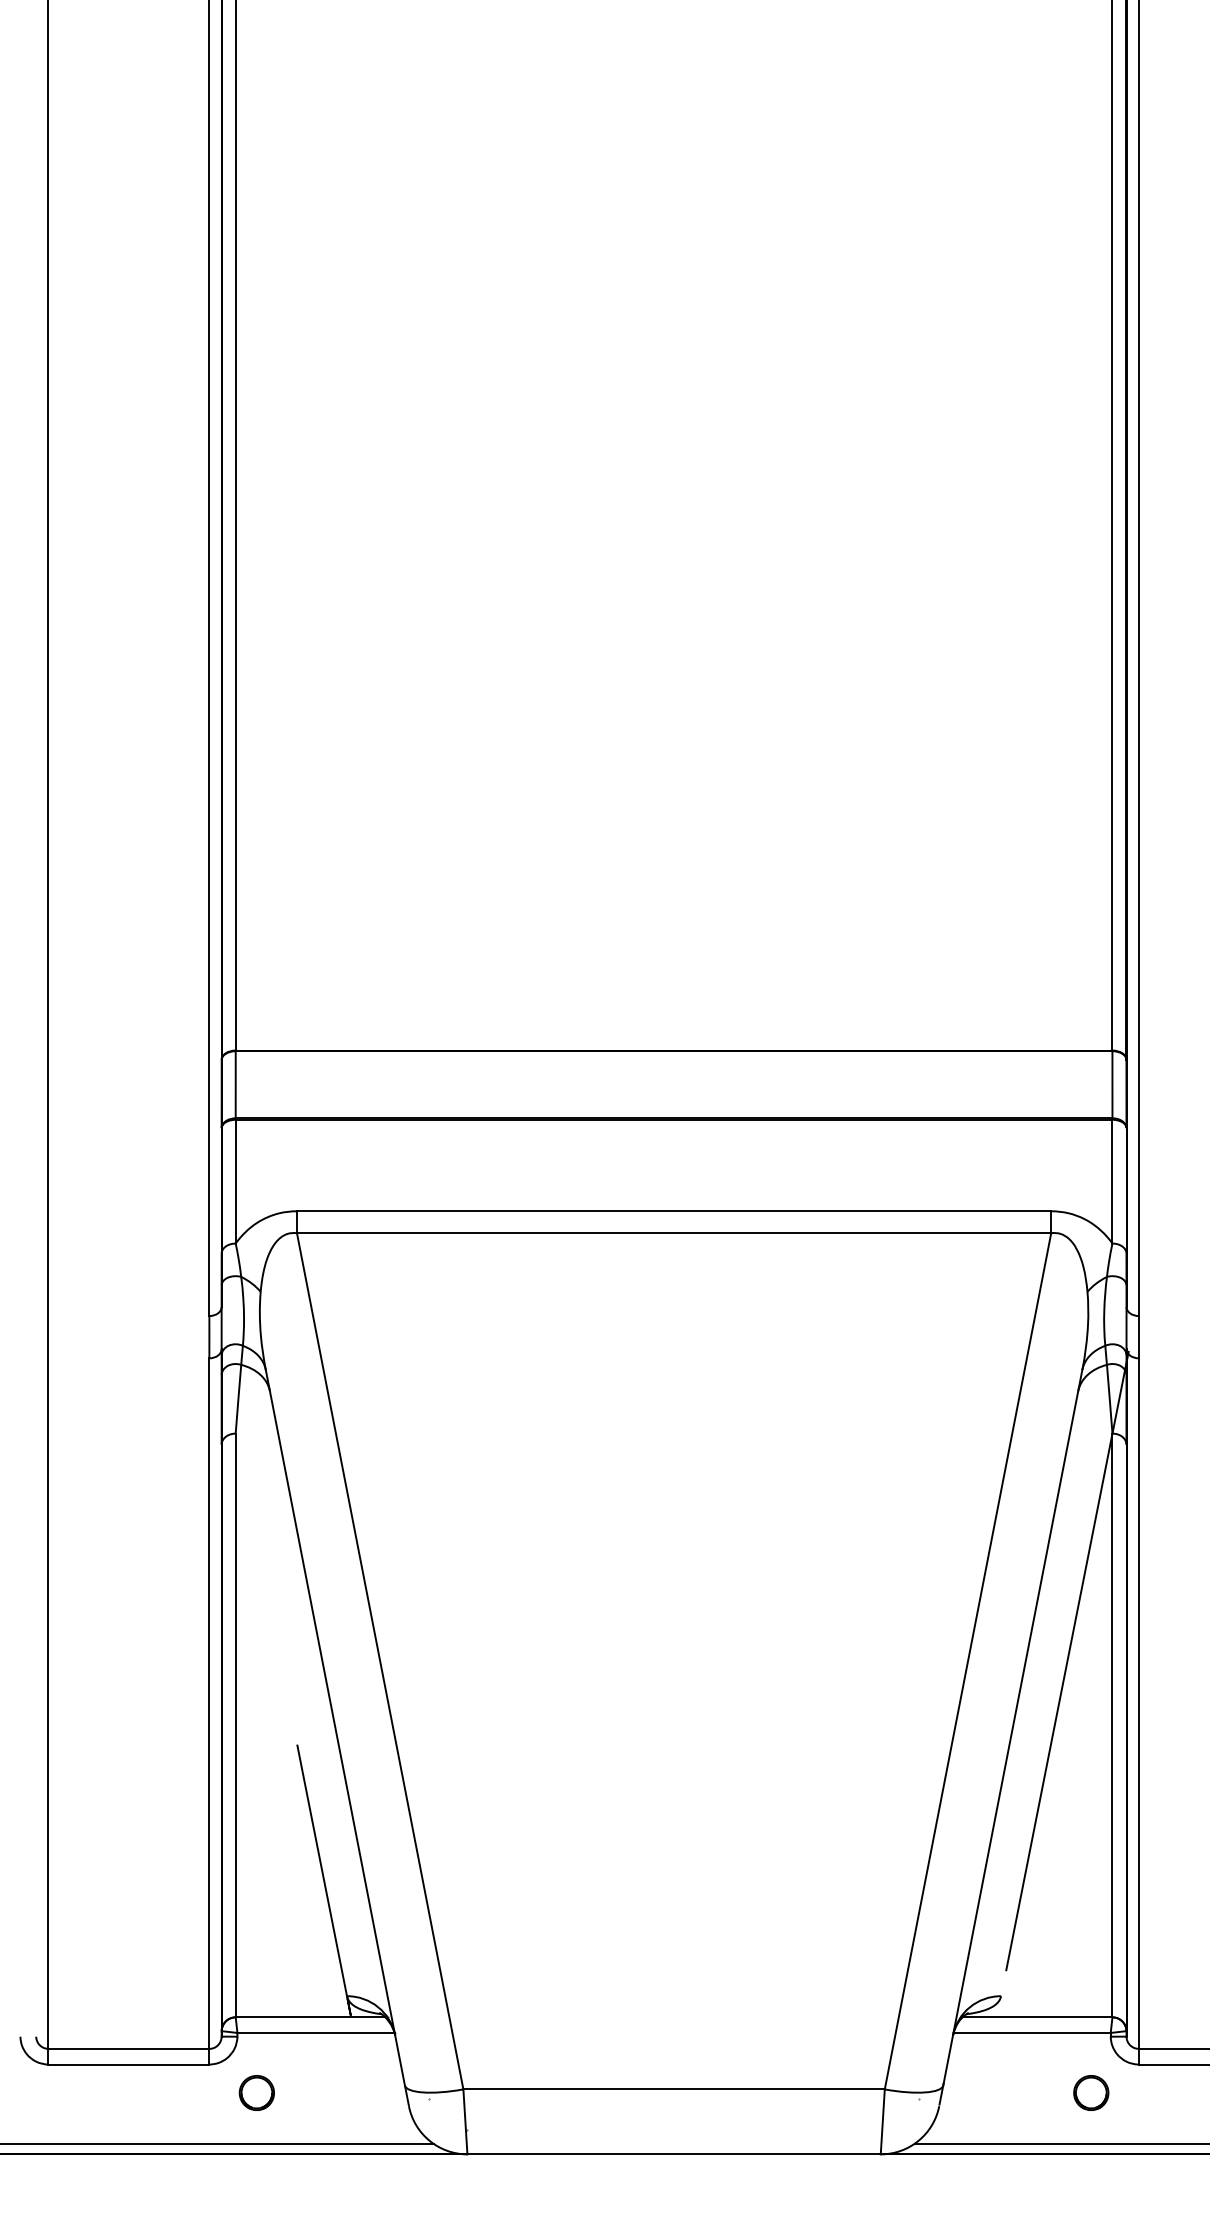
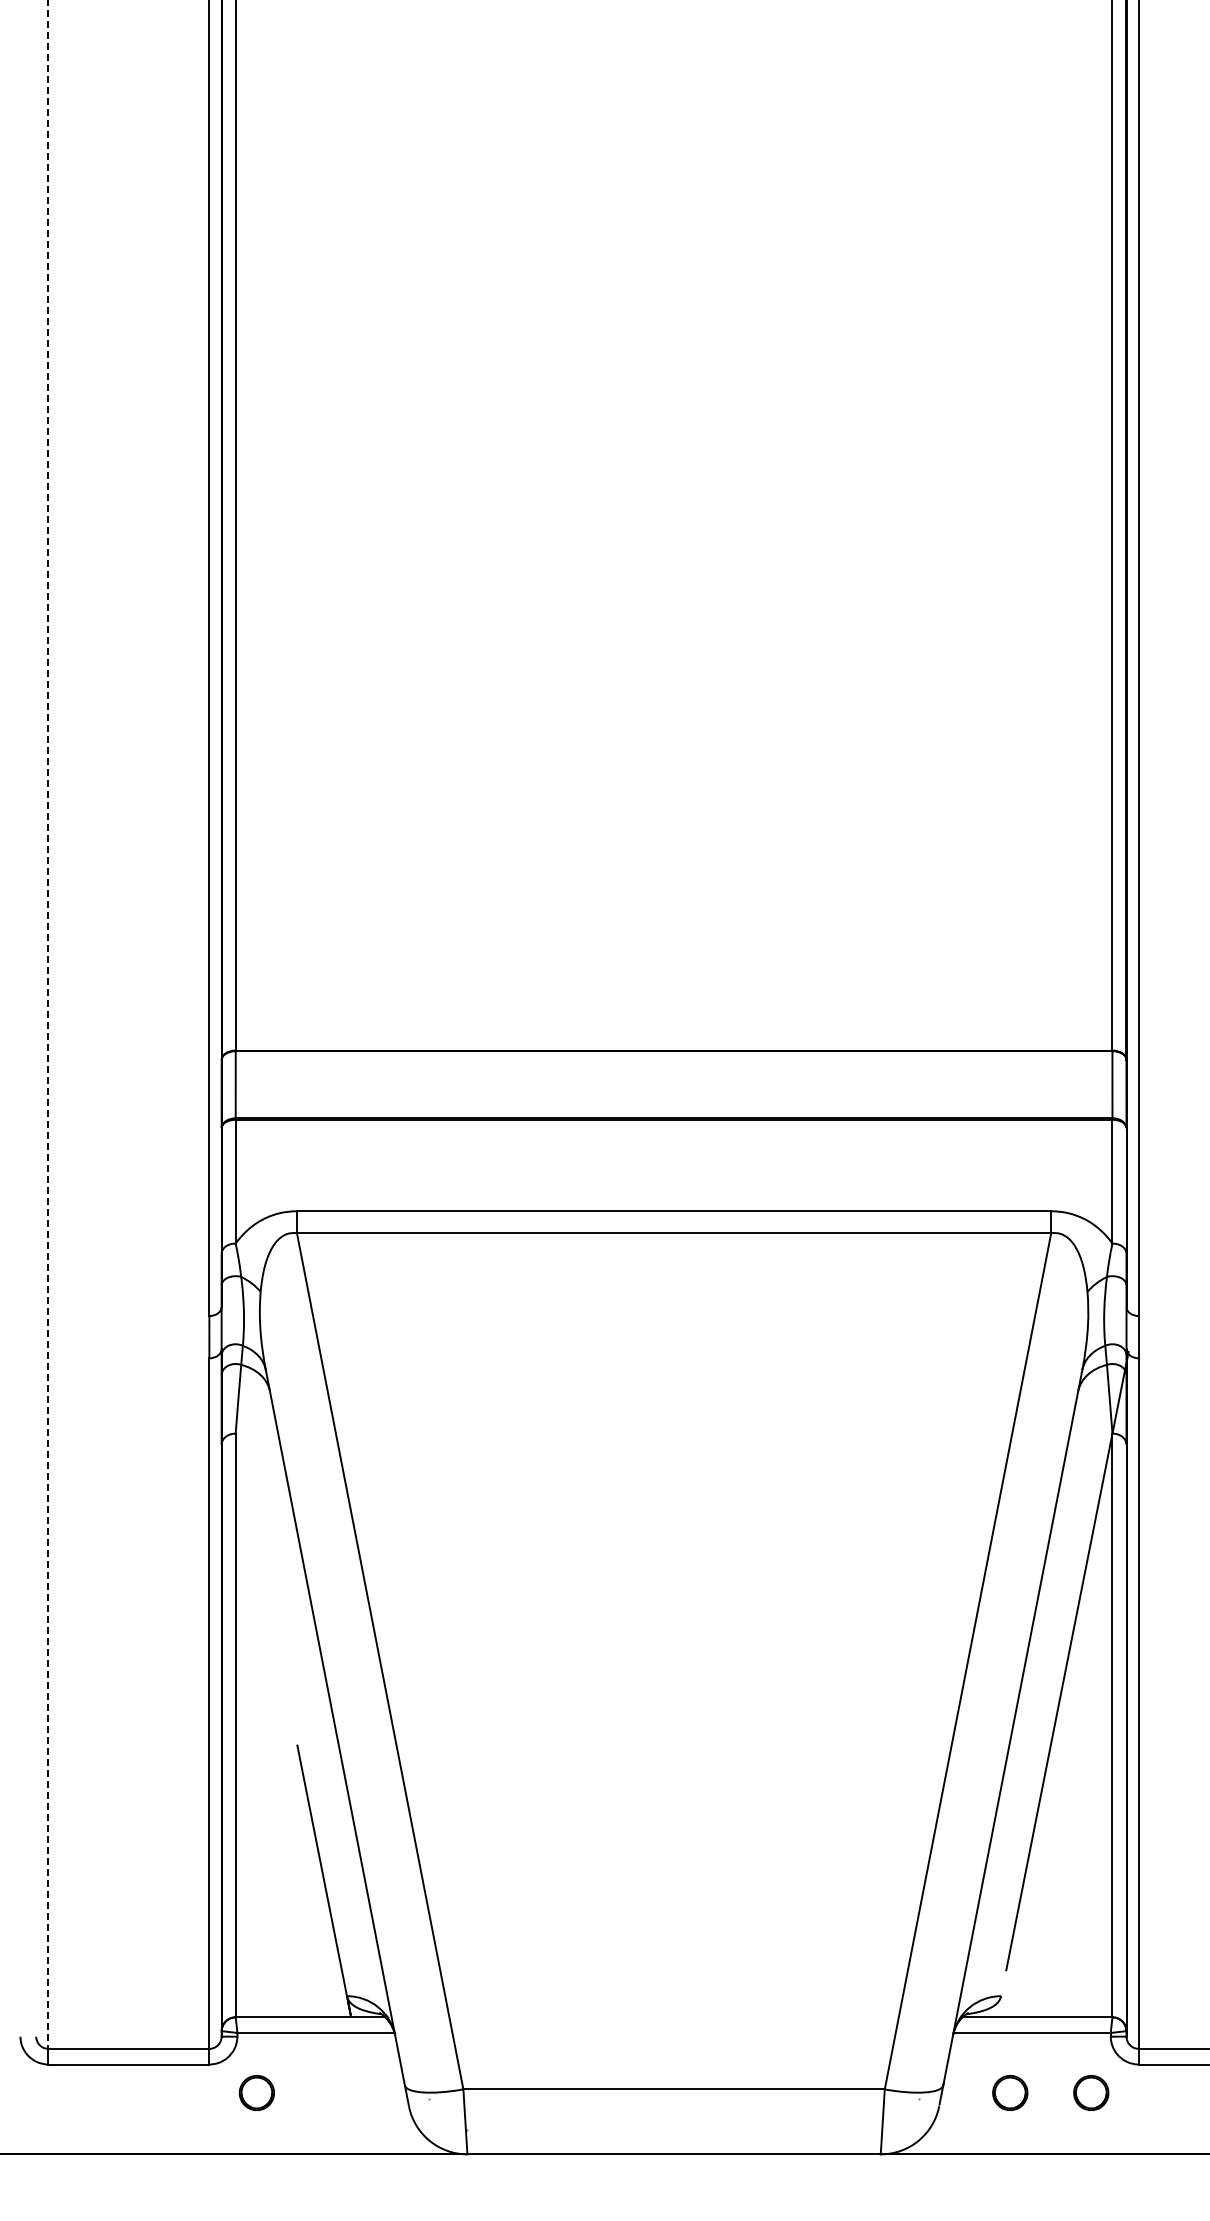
line at (48, 1024): solid -> dashed
part at (1010, 2092): none -> present
line at (217, 2143): present -> none
line at (1060, 2143): present -> none
